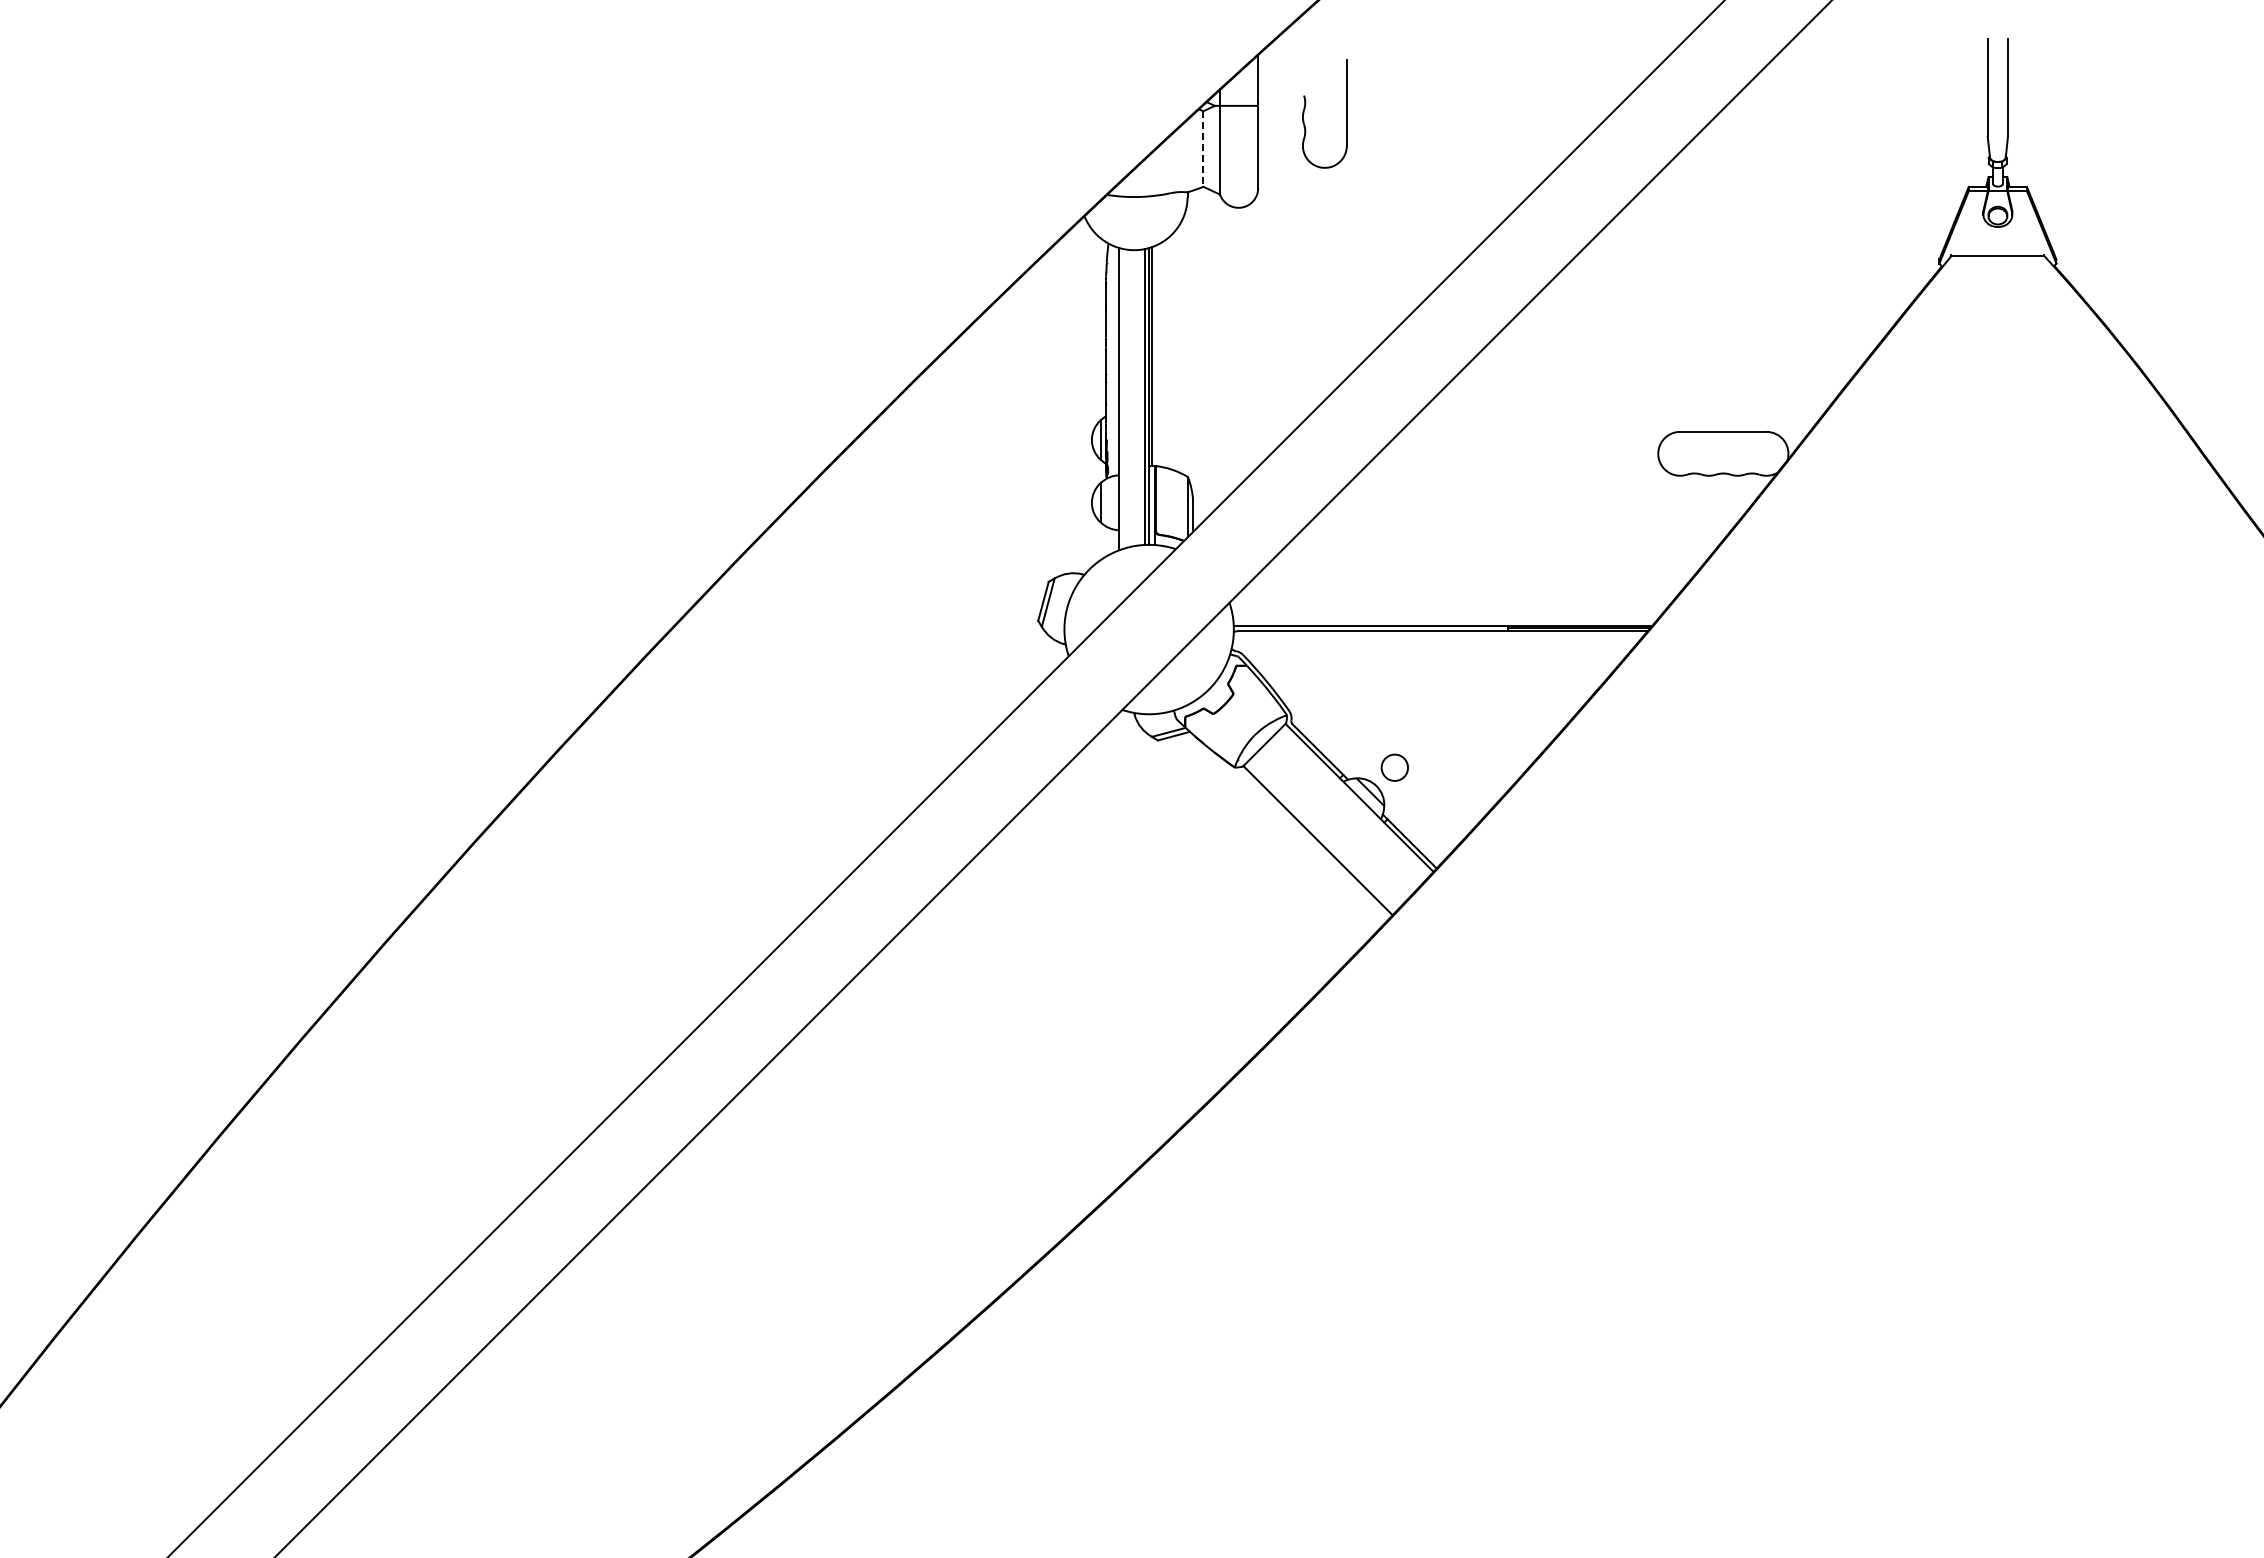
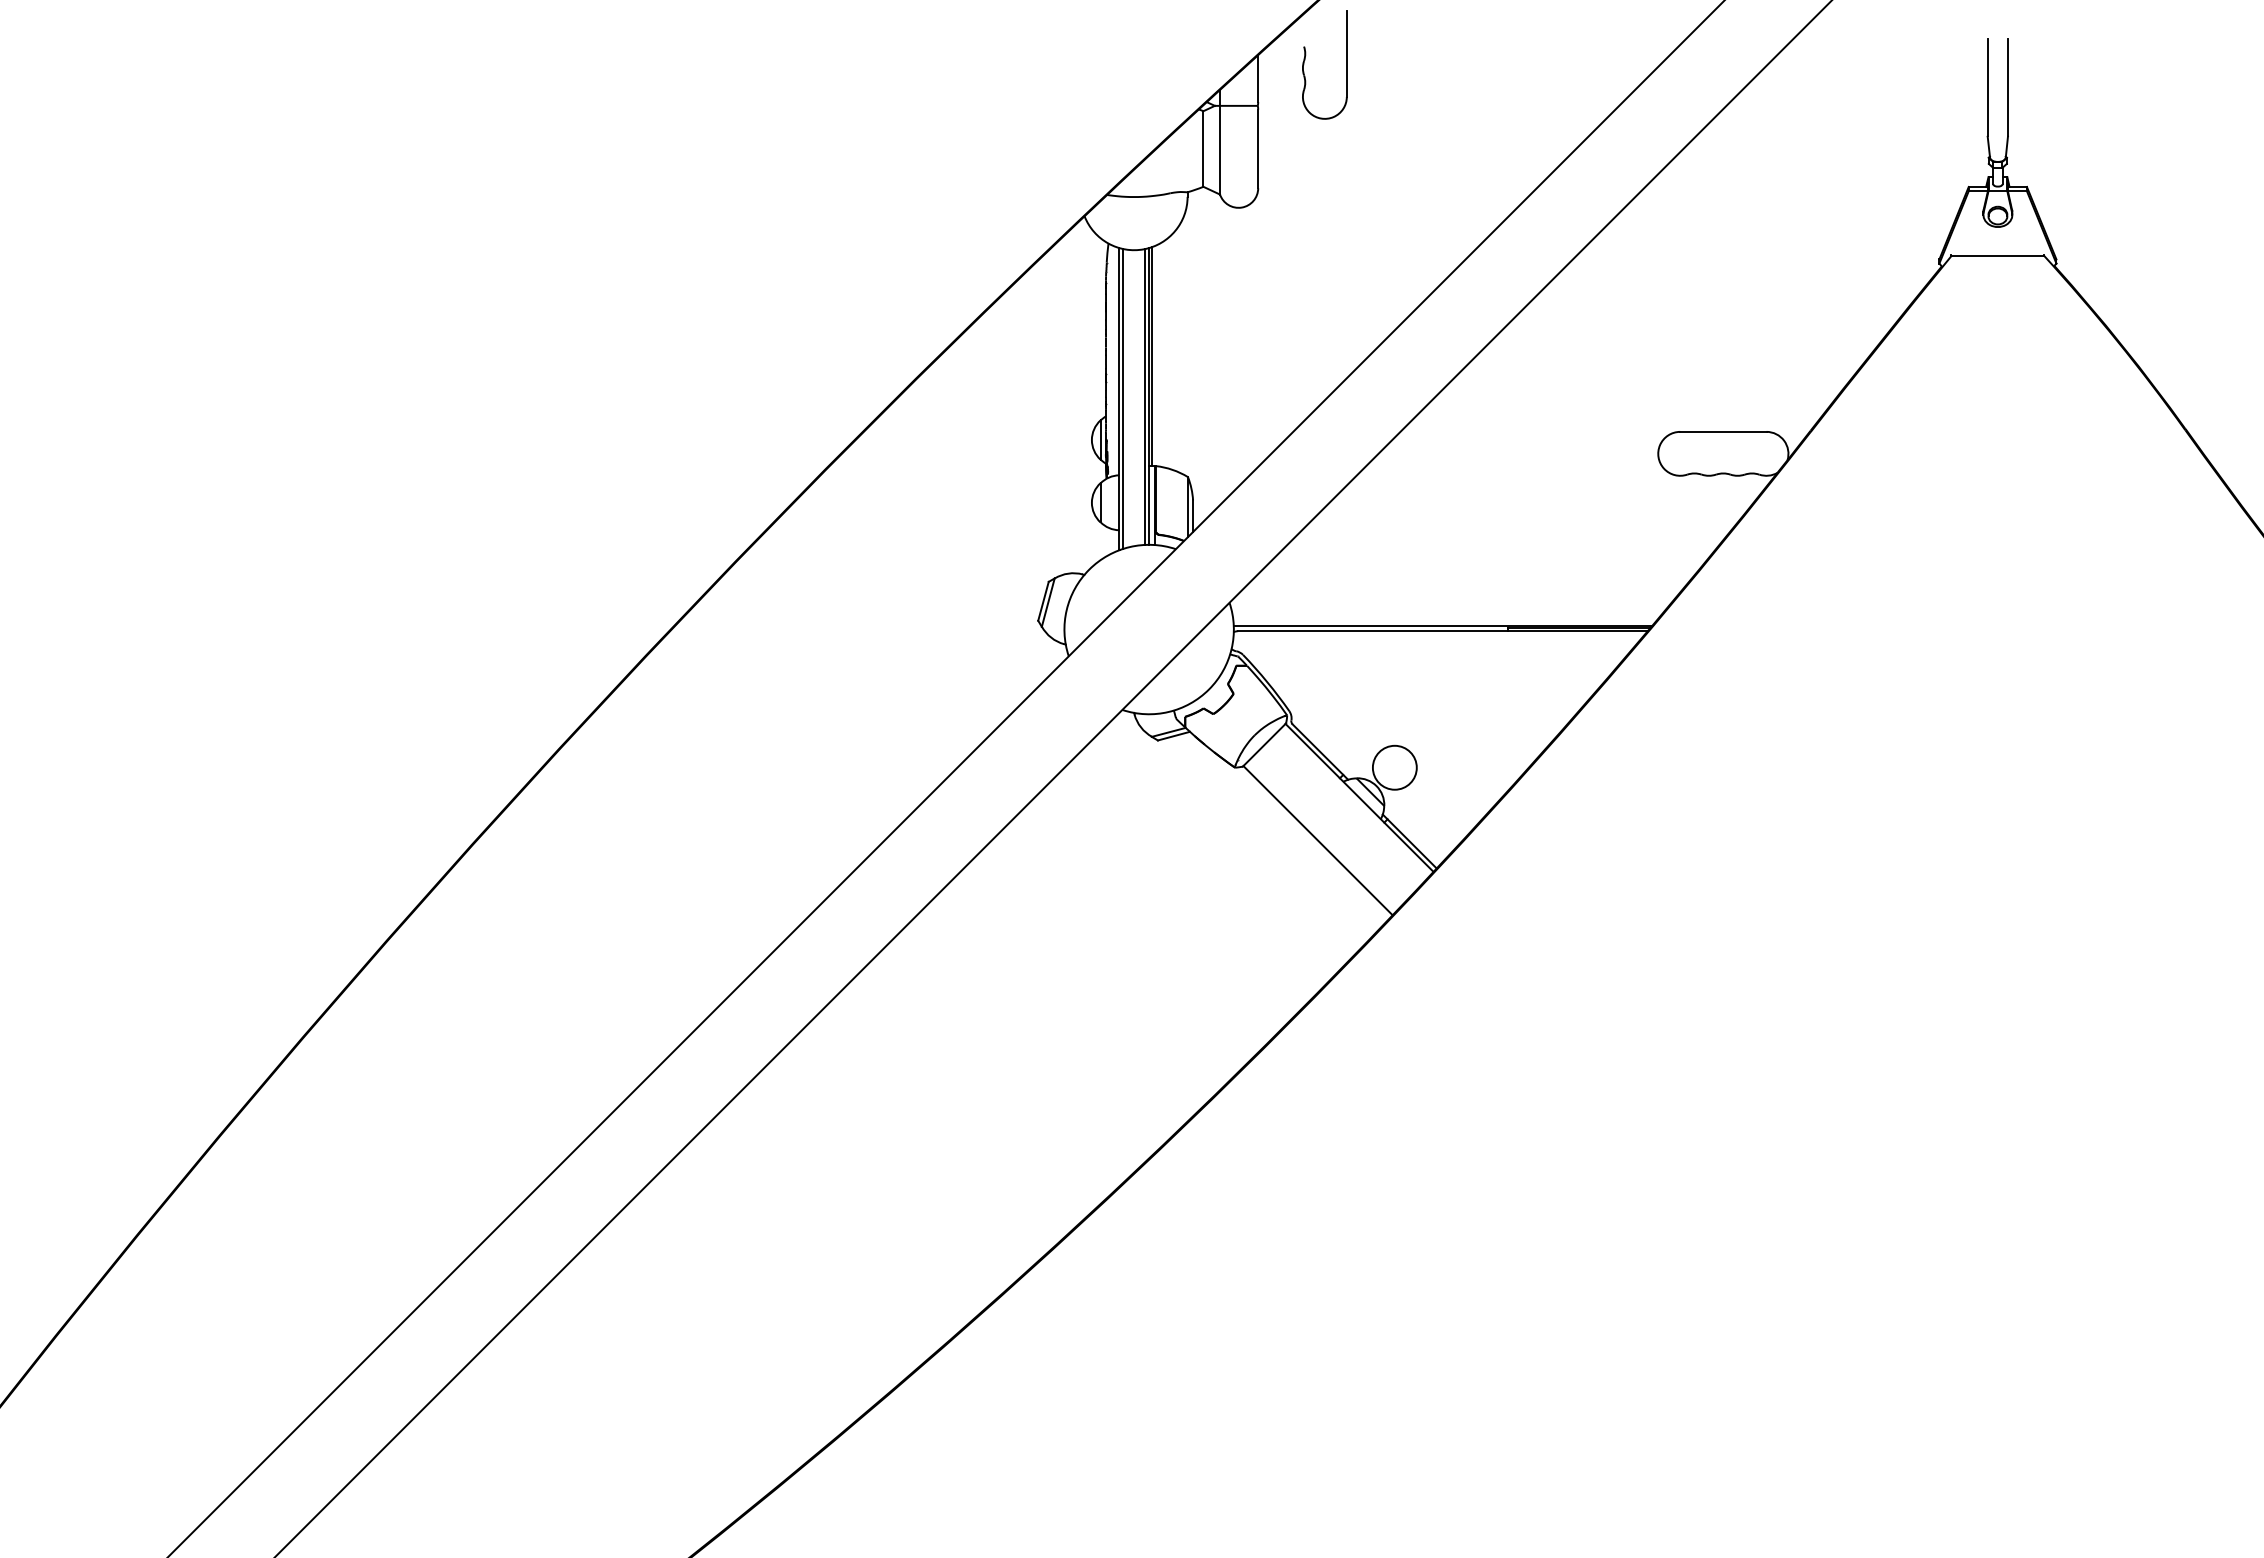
part at (1305, 109) position: (1305, 109) -> (1305, 60)
line at (1203, 149): dashed -> solid
line at (1123, 398): none -> present
circle at (1394, 767) diameter: 26 px -> 44 px
